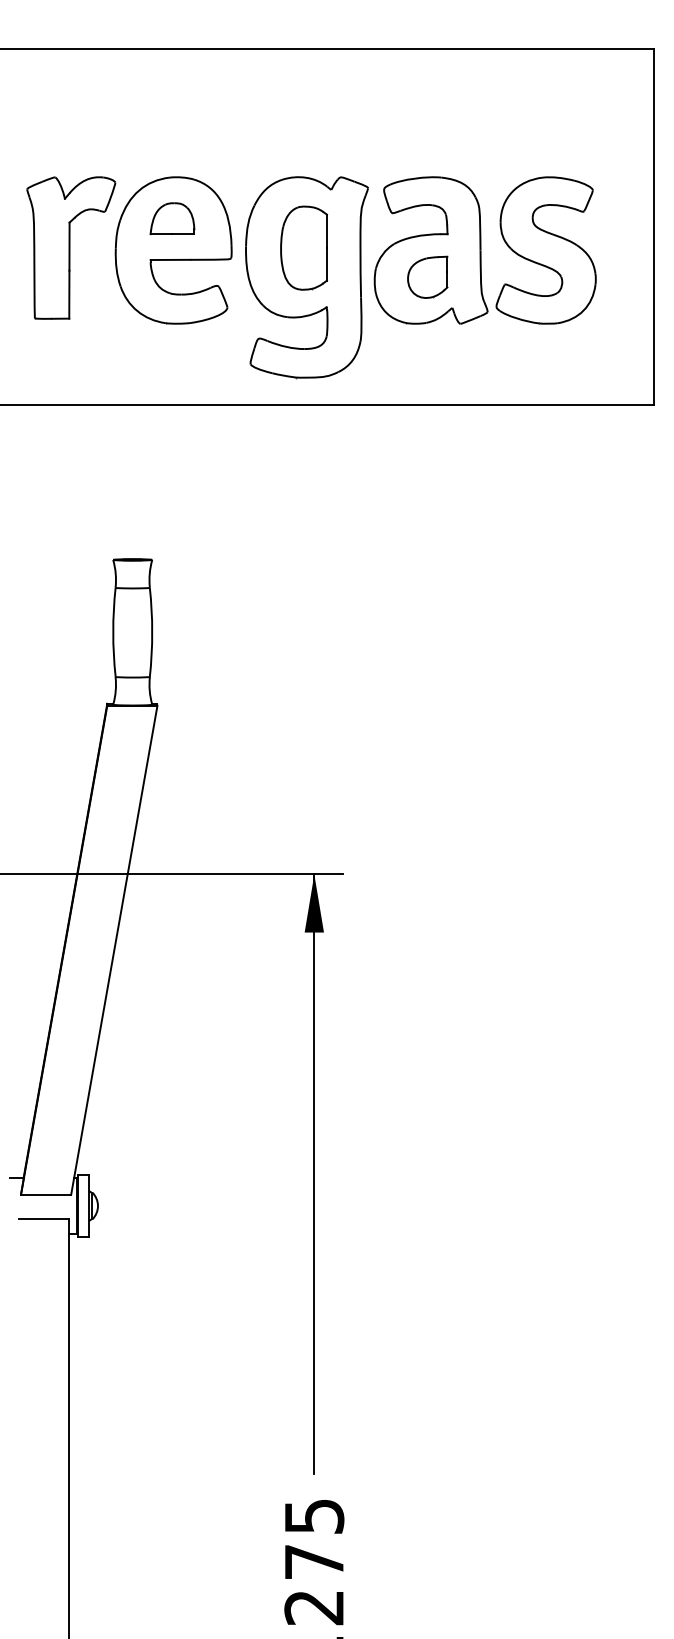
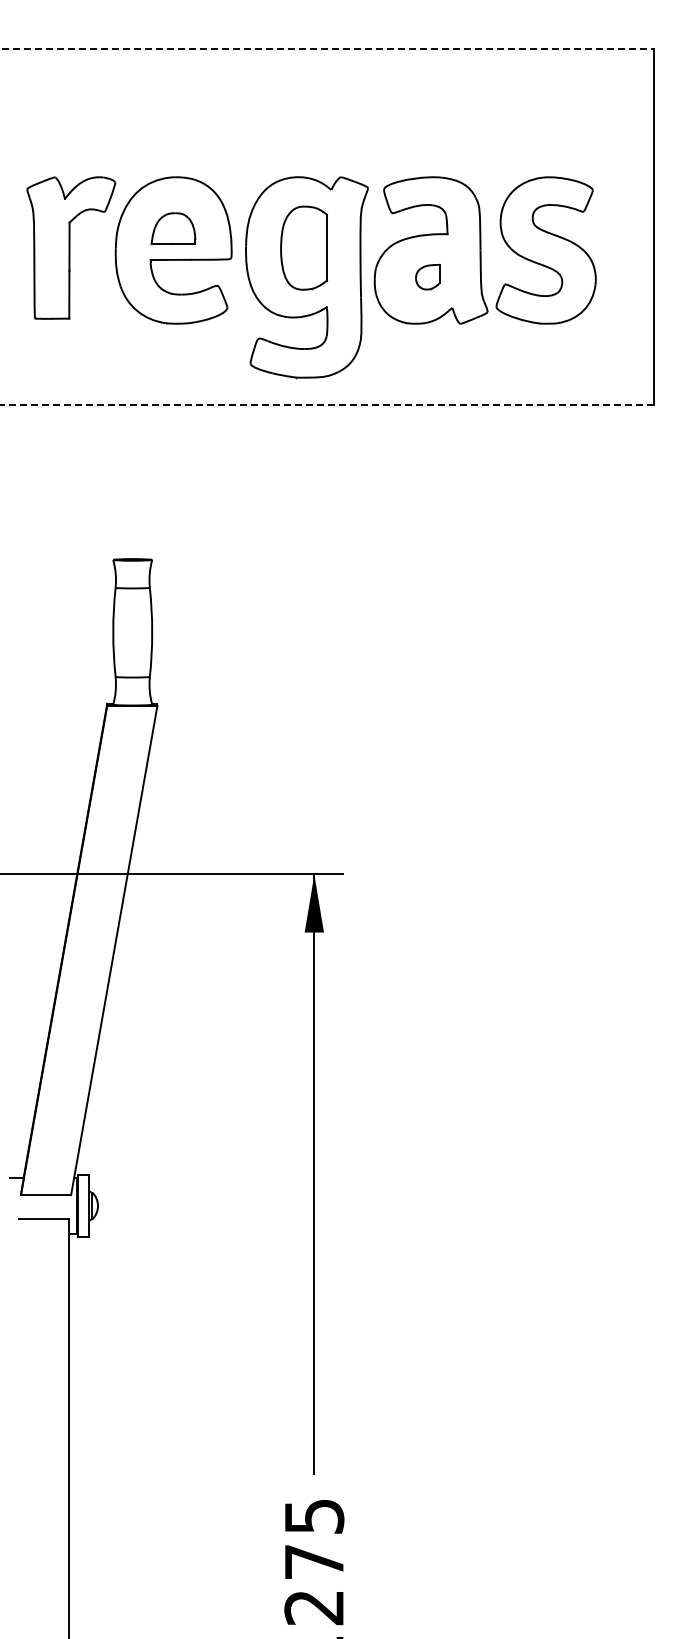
line at (327, 49): solid -> dashed
part at (172, 218) position: (172, 218) -> (173, 228)
part at (427, 276) size: 42x44 px -> 26x28 px
line at (326, 404): solid -> dashed
